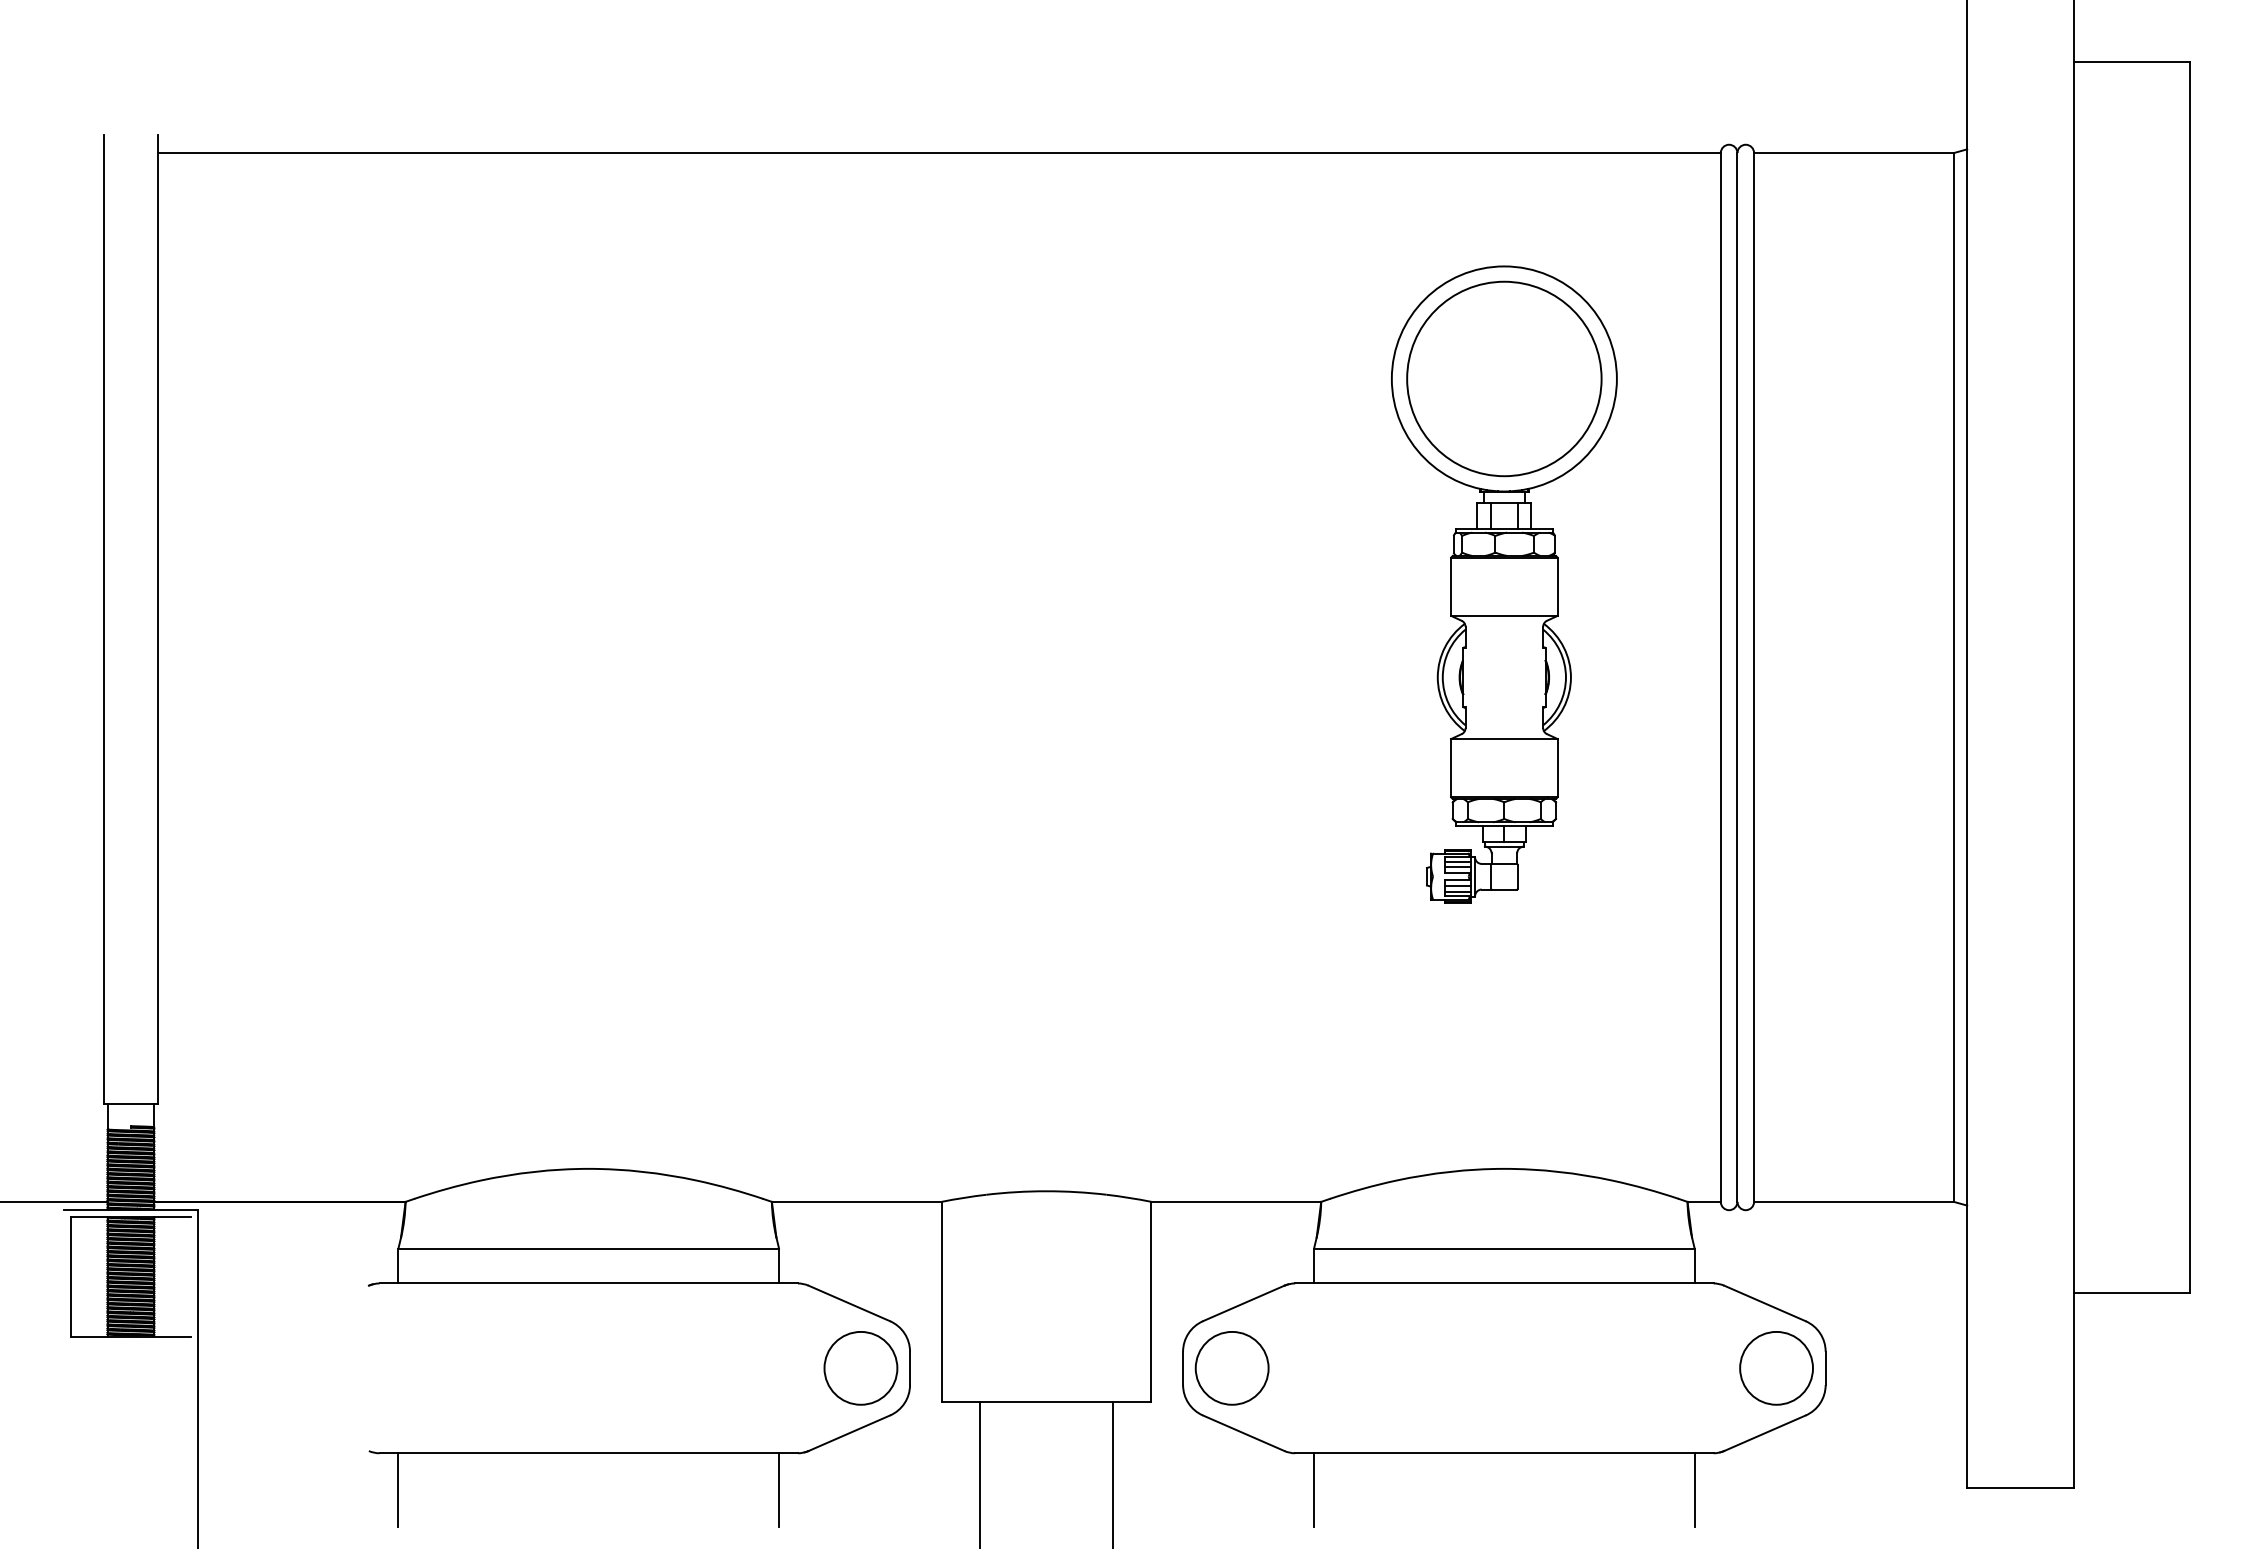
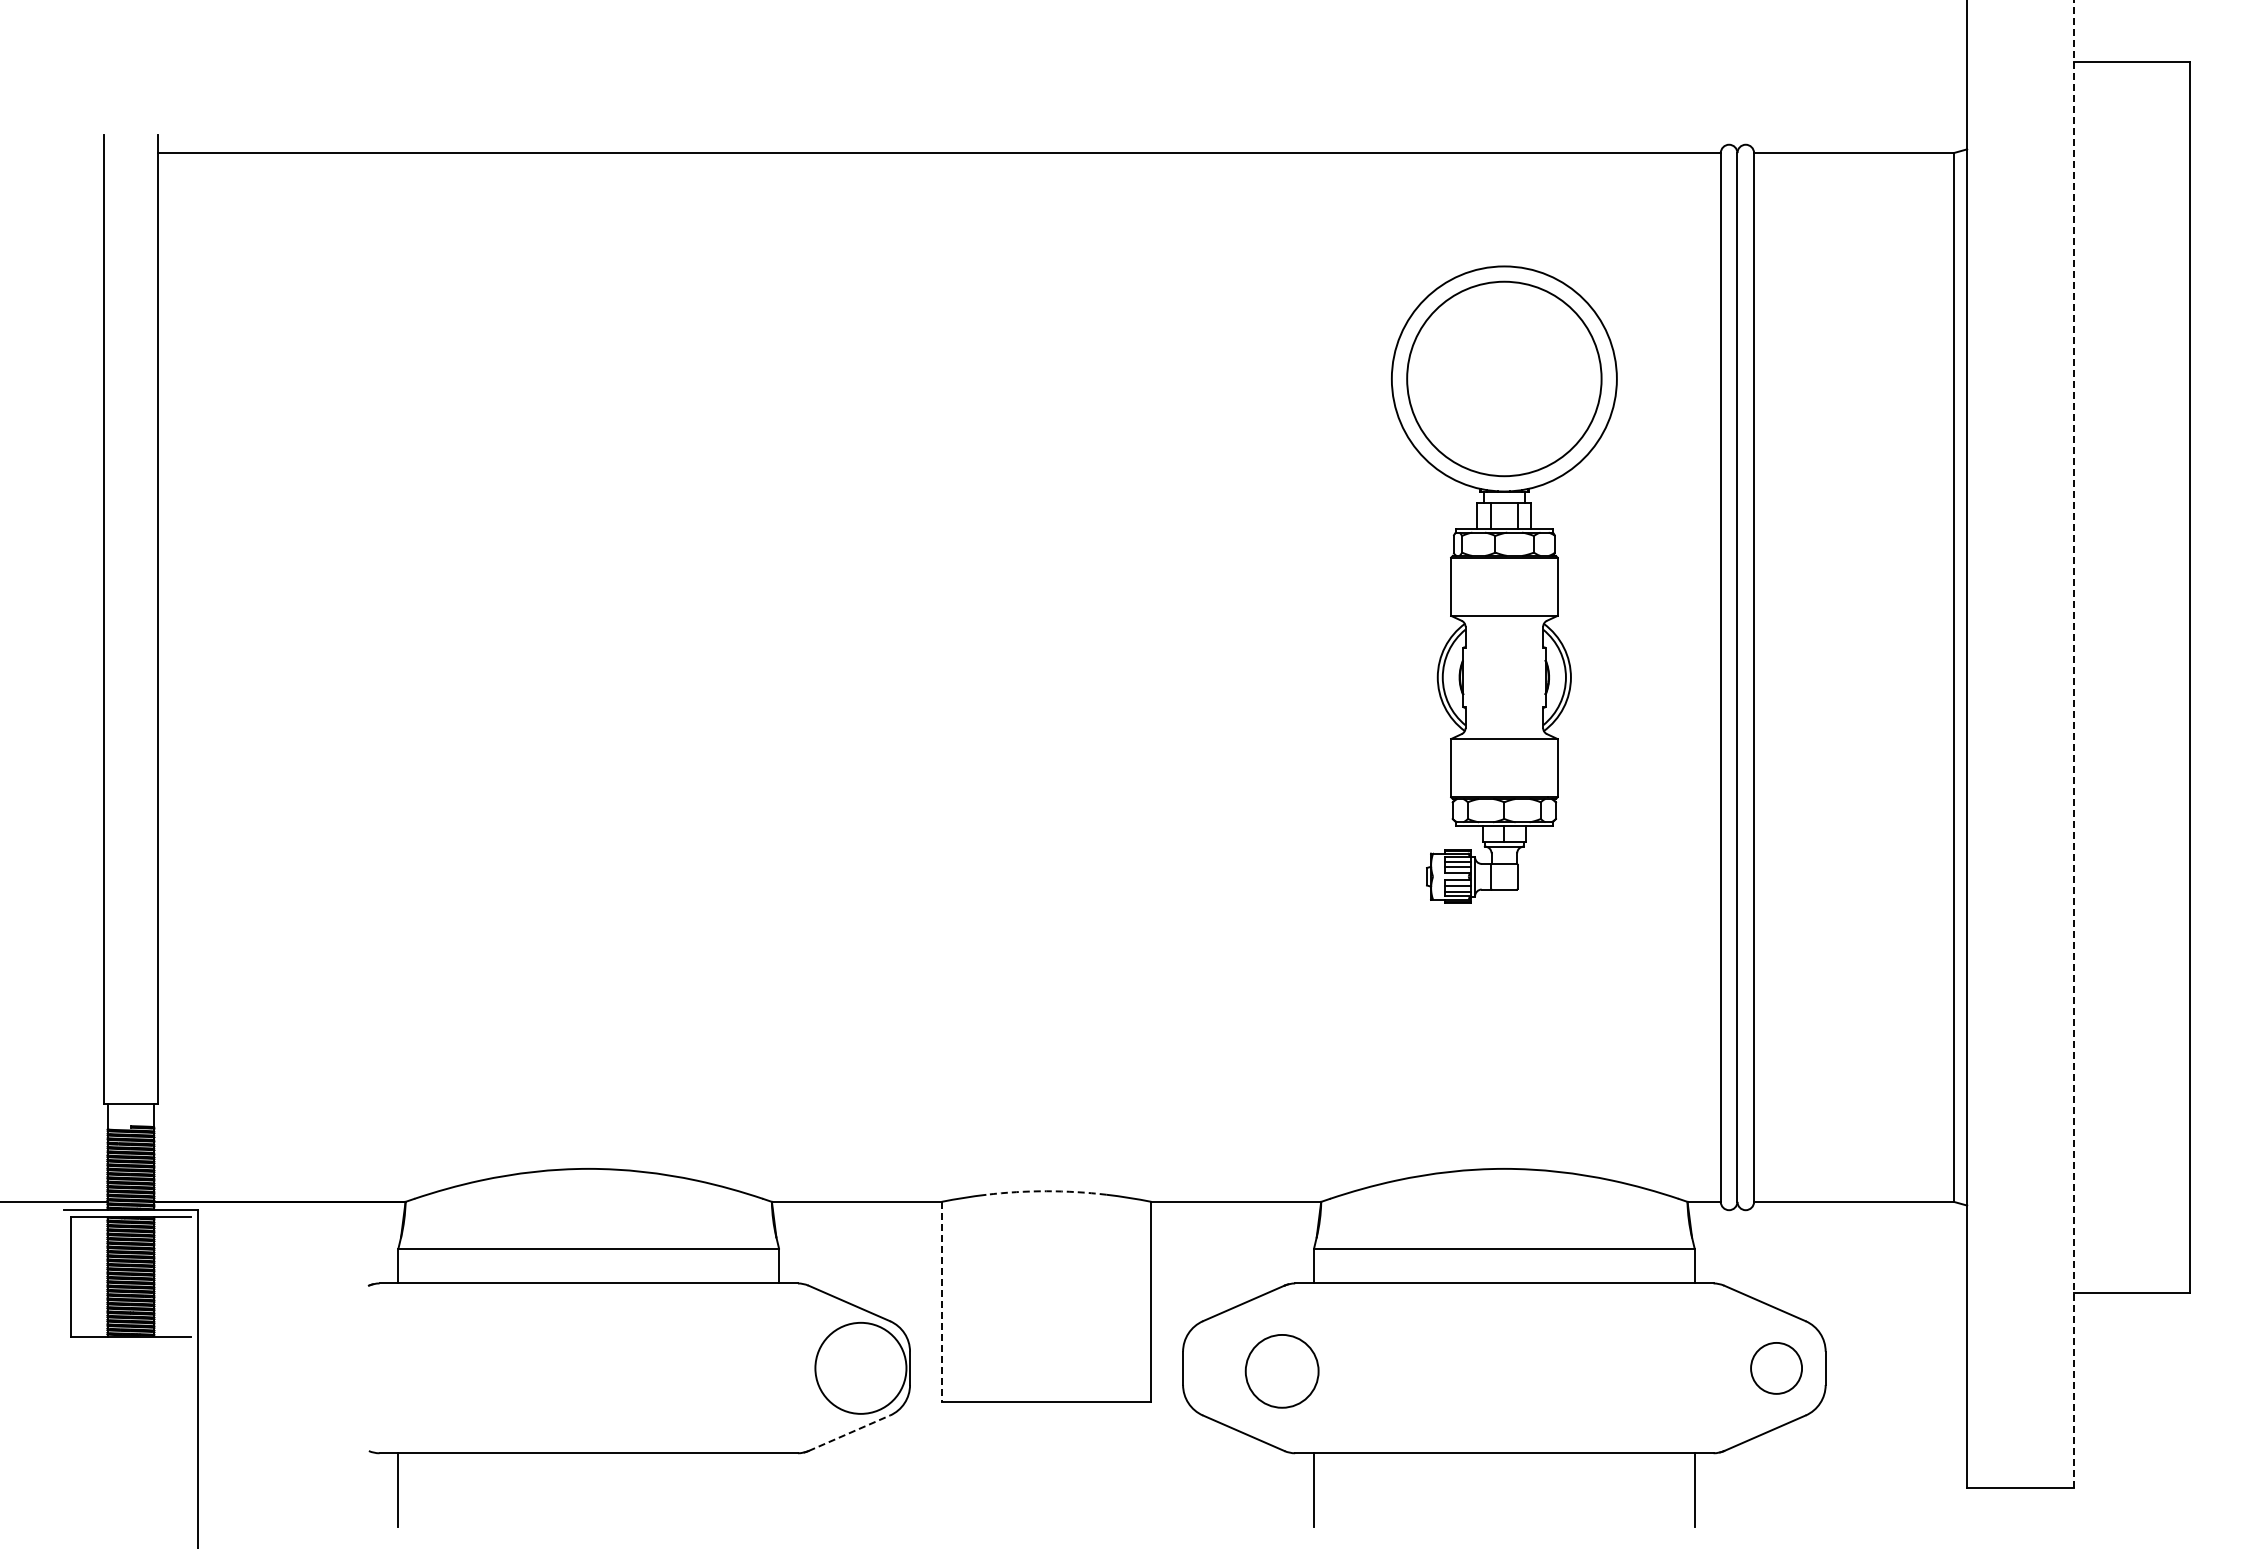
line at (2073, 744): solid -> dashed
arc at (1046, 1191): solid -> dashed
line at (941, 1301): solid -> dashed
circle at (860, 1367) diameter: 73 px -> 91 px
circle at (1231, 1368) position: (1231, 1368) -> (1281, 1371)
circle at (1776, 1368) size: 75x75 px -> 53x53 px
line at (849, 1433): solid -> dashed
line at (979, 1473): present -> none
line at (1113, 1473): present -> none
line at (779, 1489): present -> none
